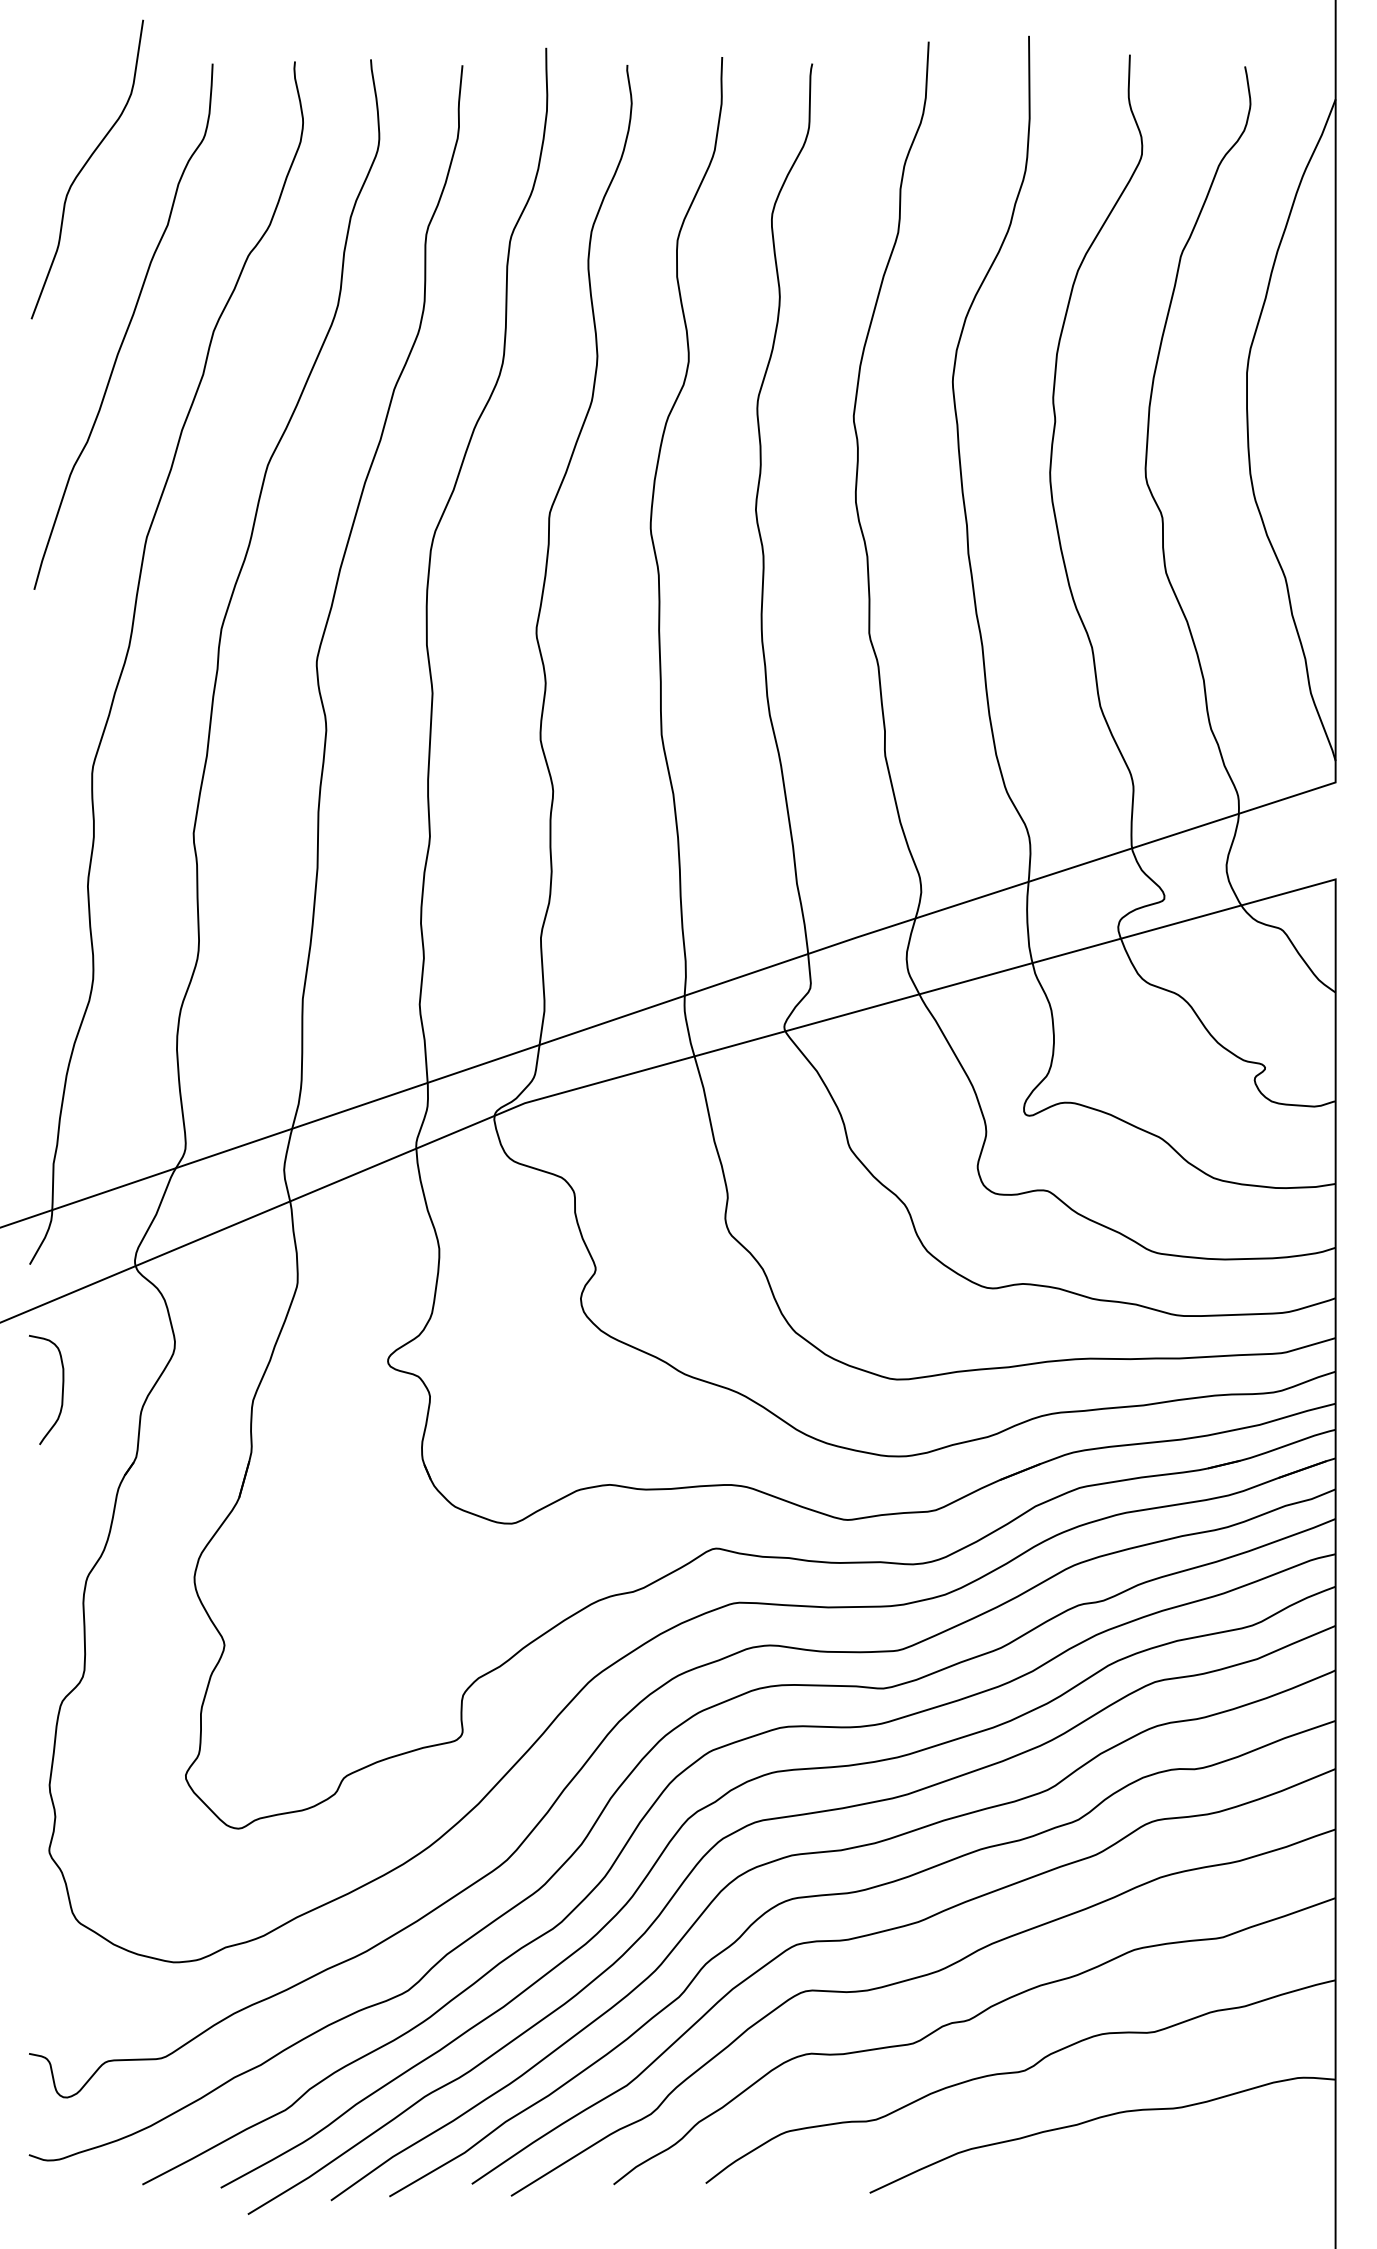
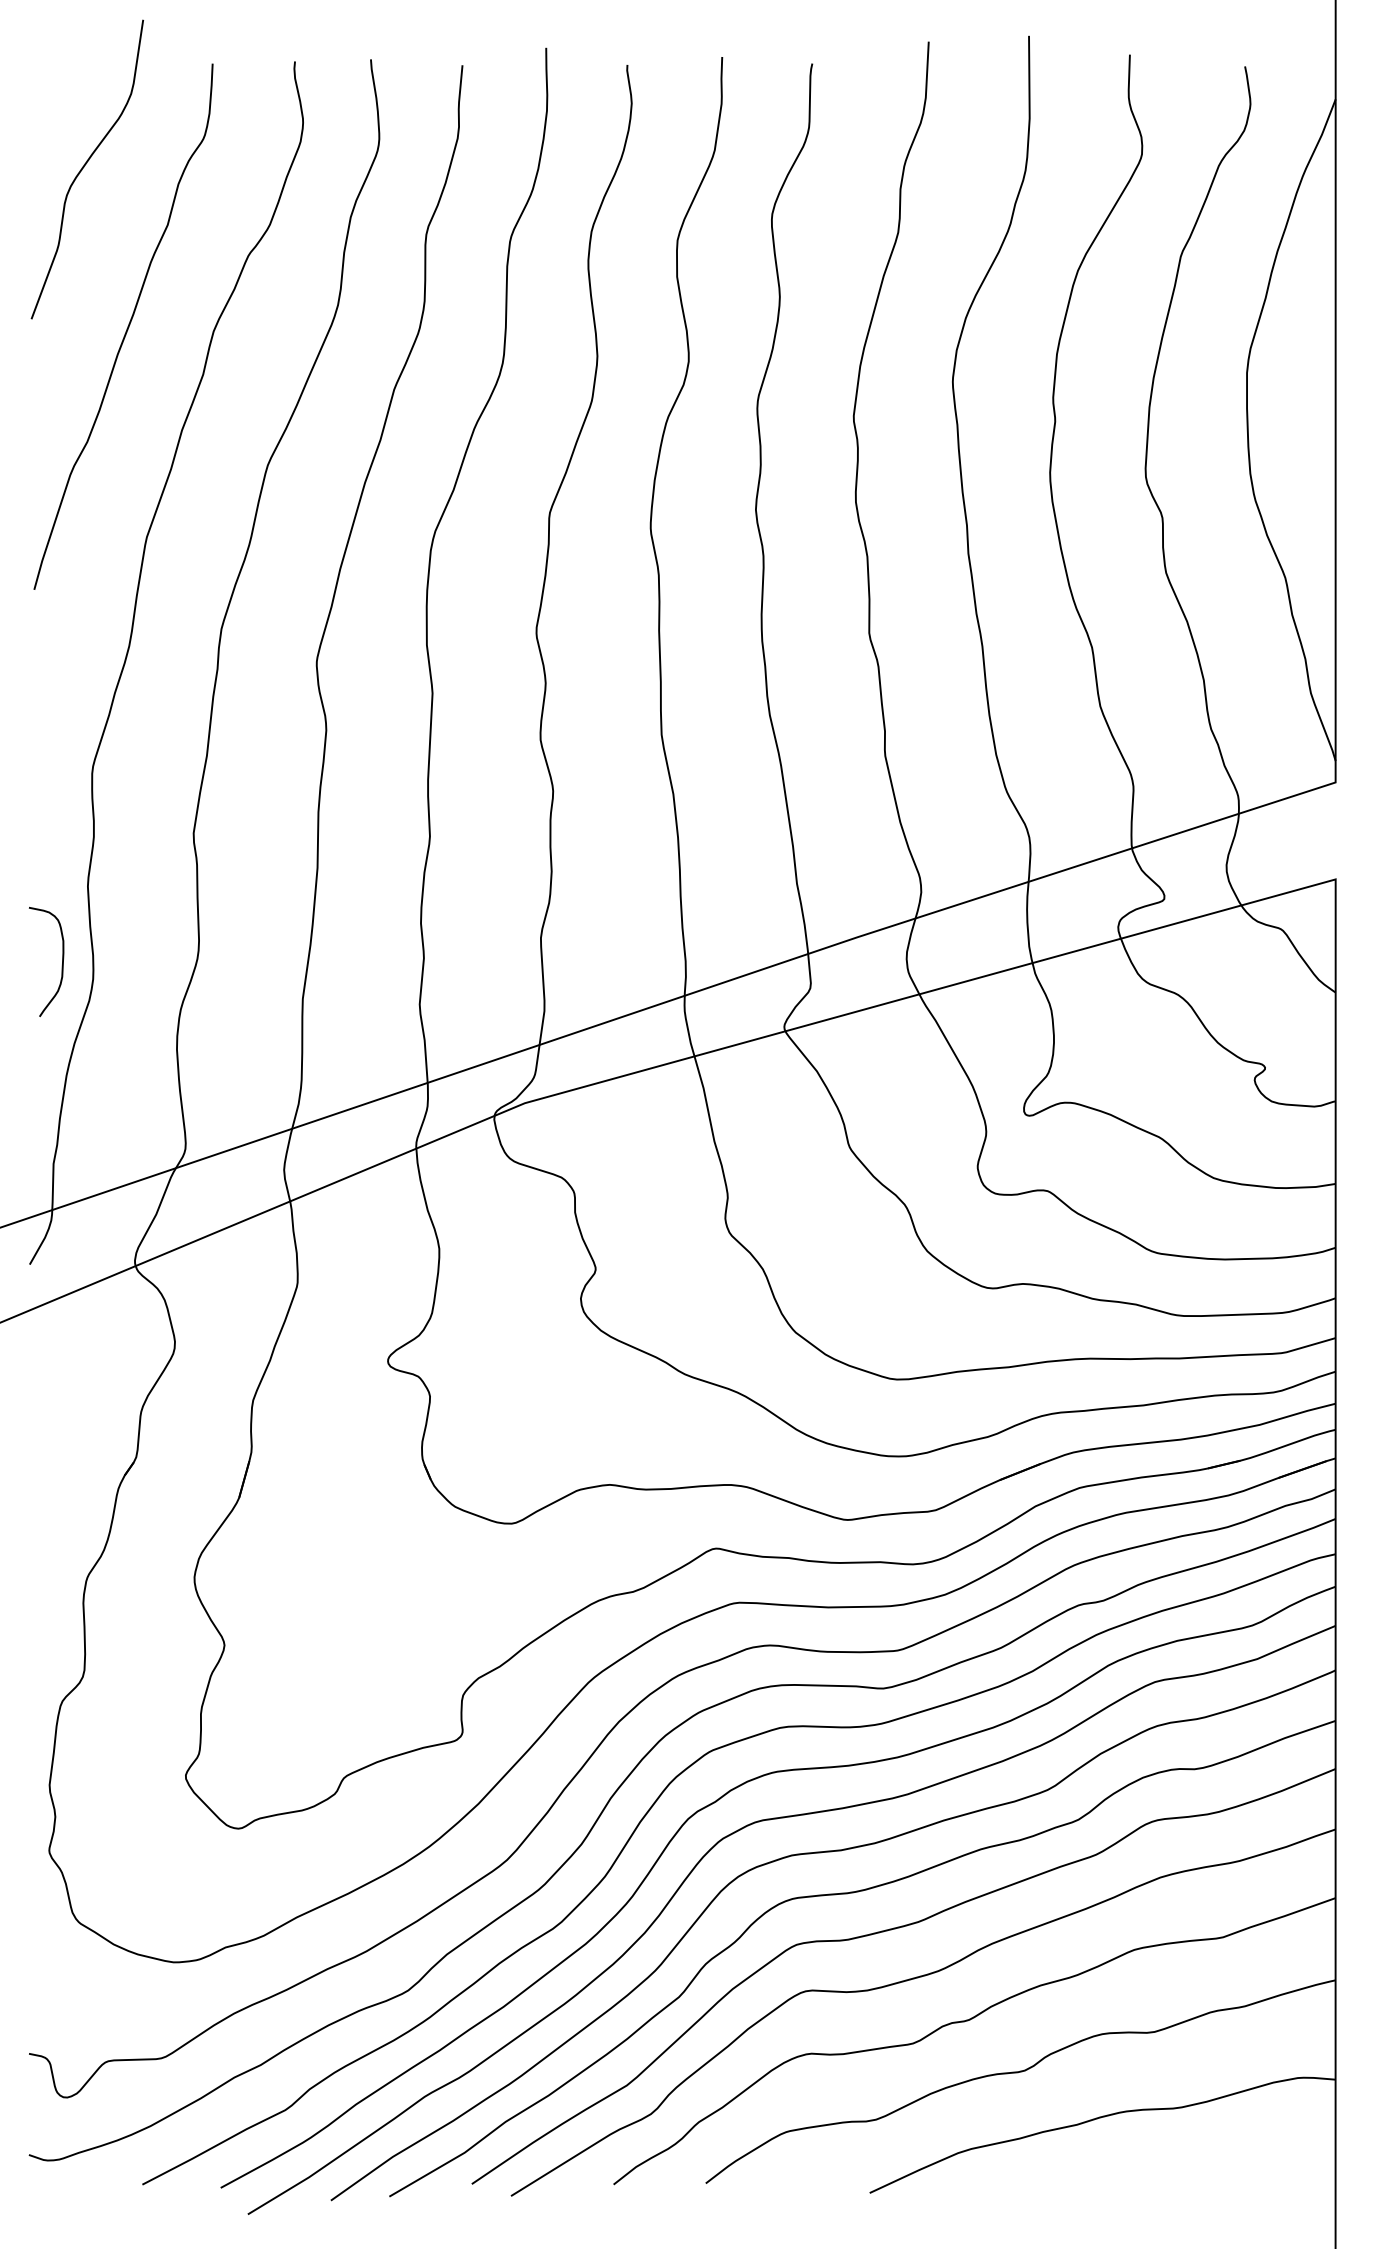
curve at (61, 1393) position: (61, 1393) -> (61, 965)
